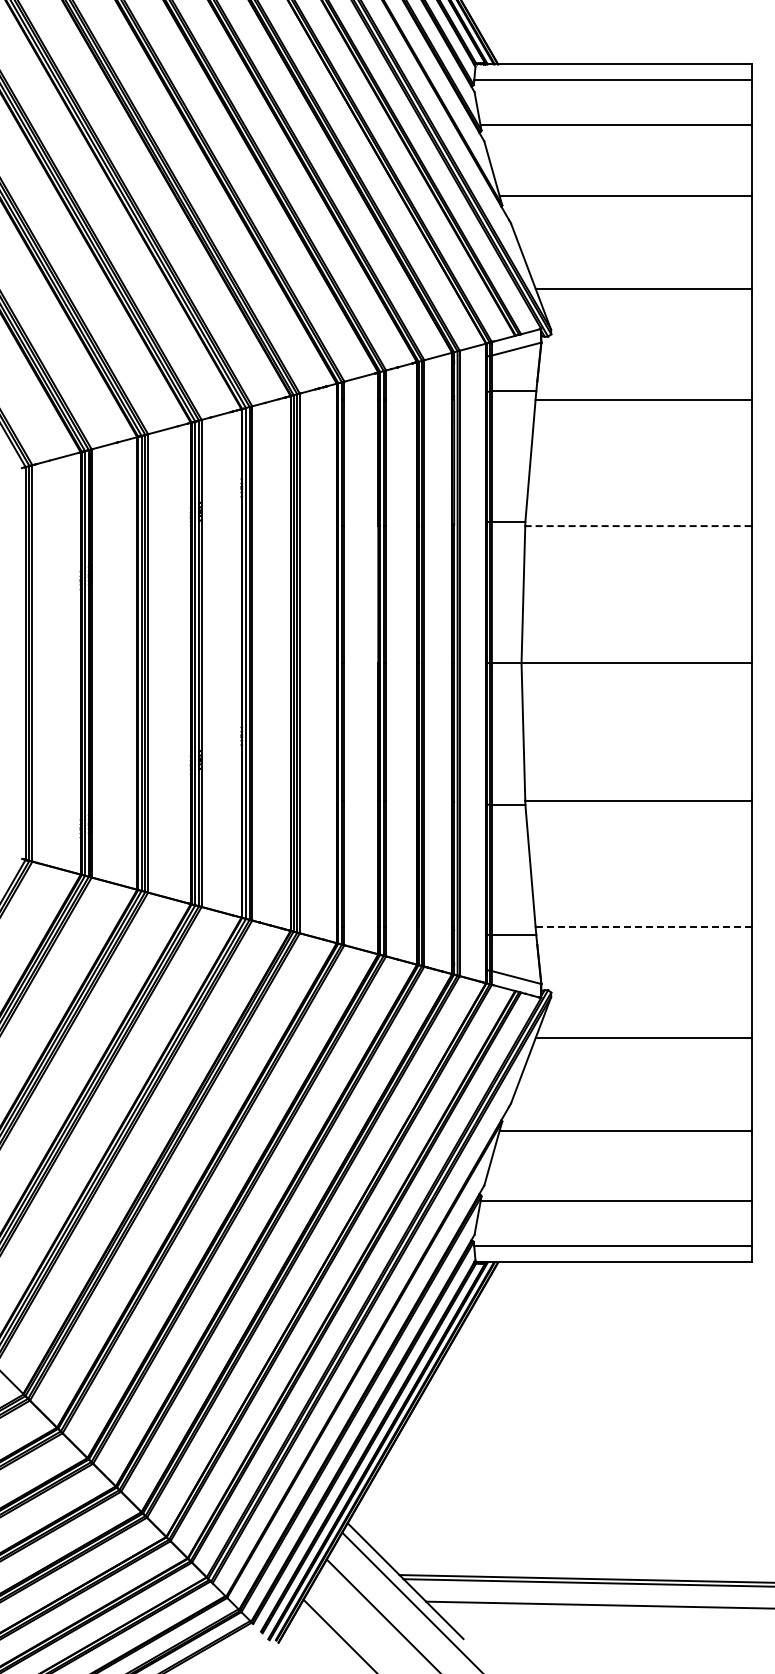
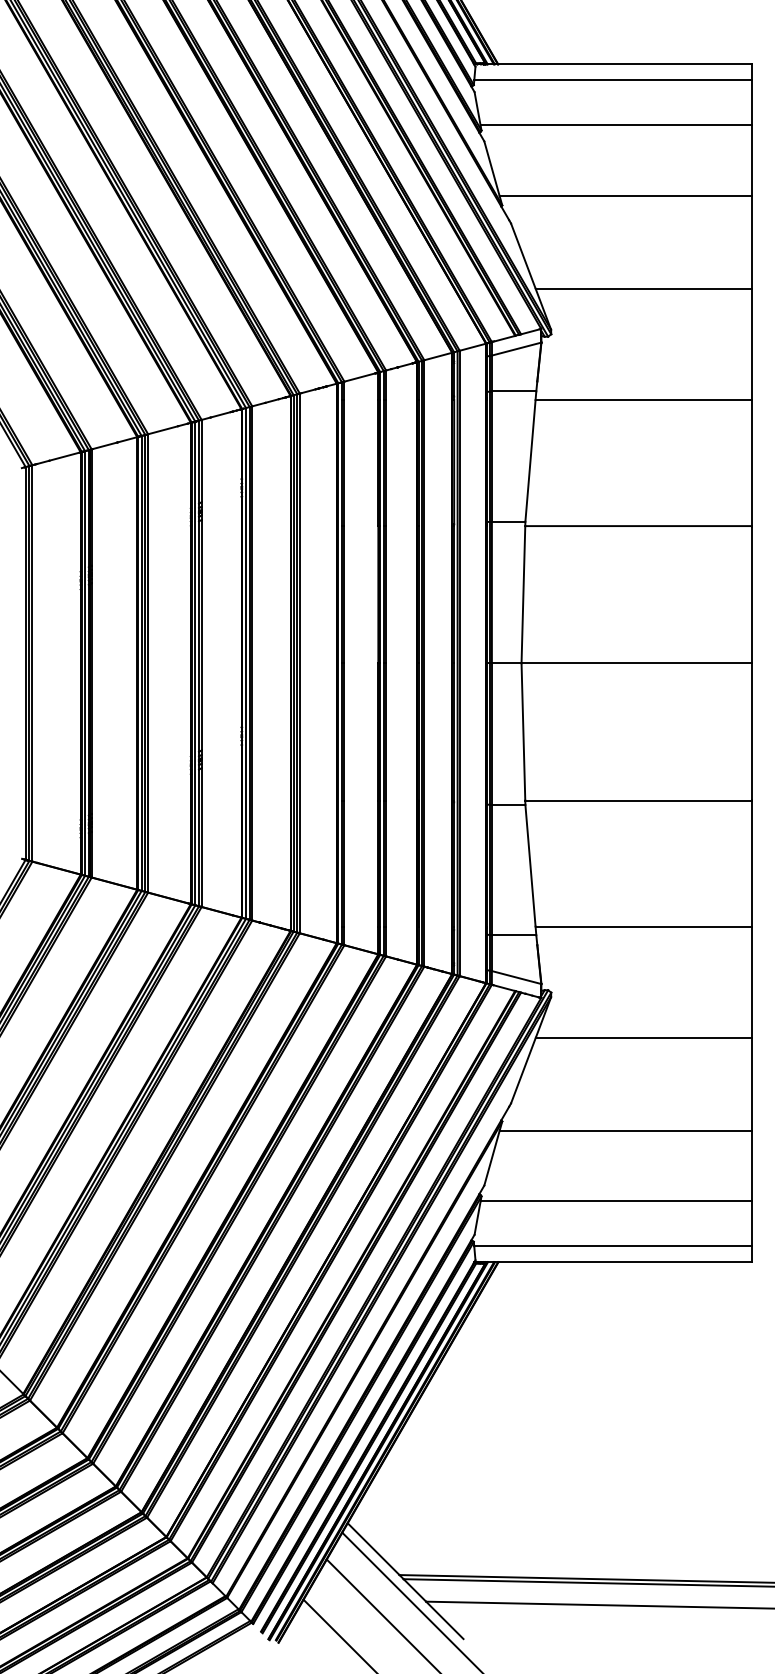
line at (637, 526): dashed -> solid
line at (643, 926): dashed -> solid
